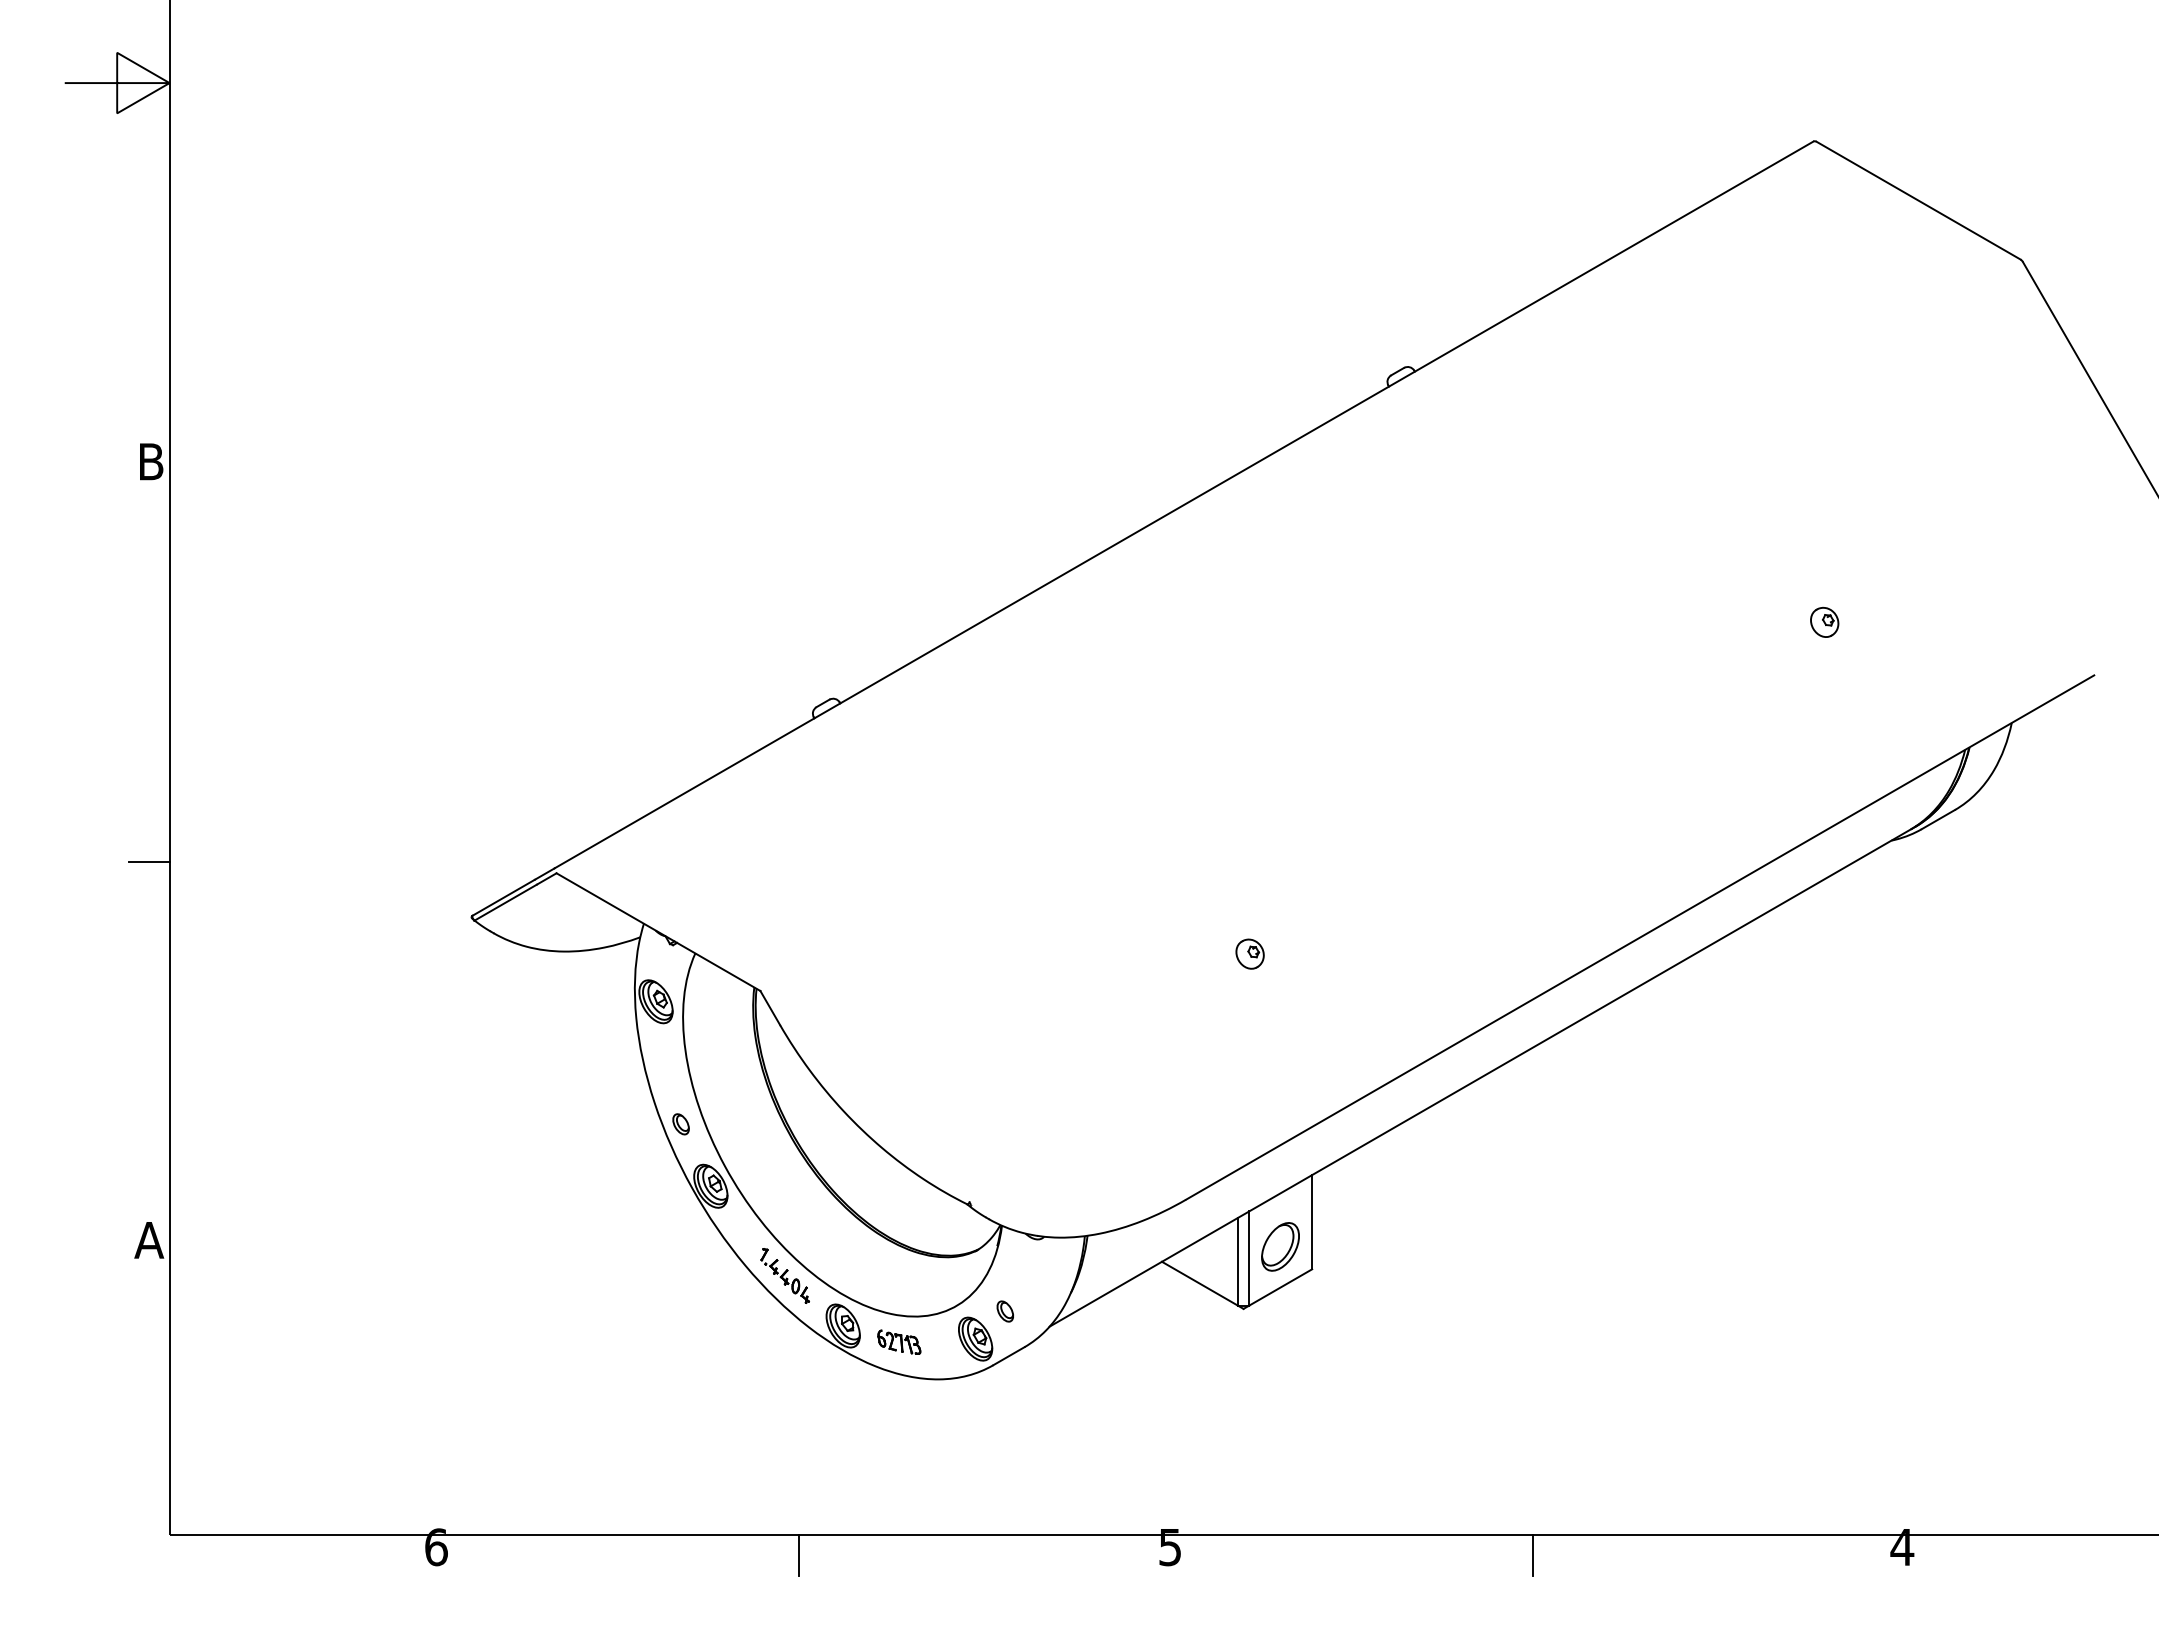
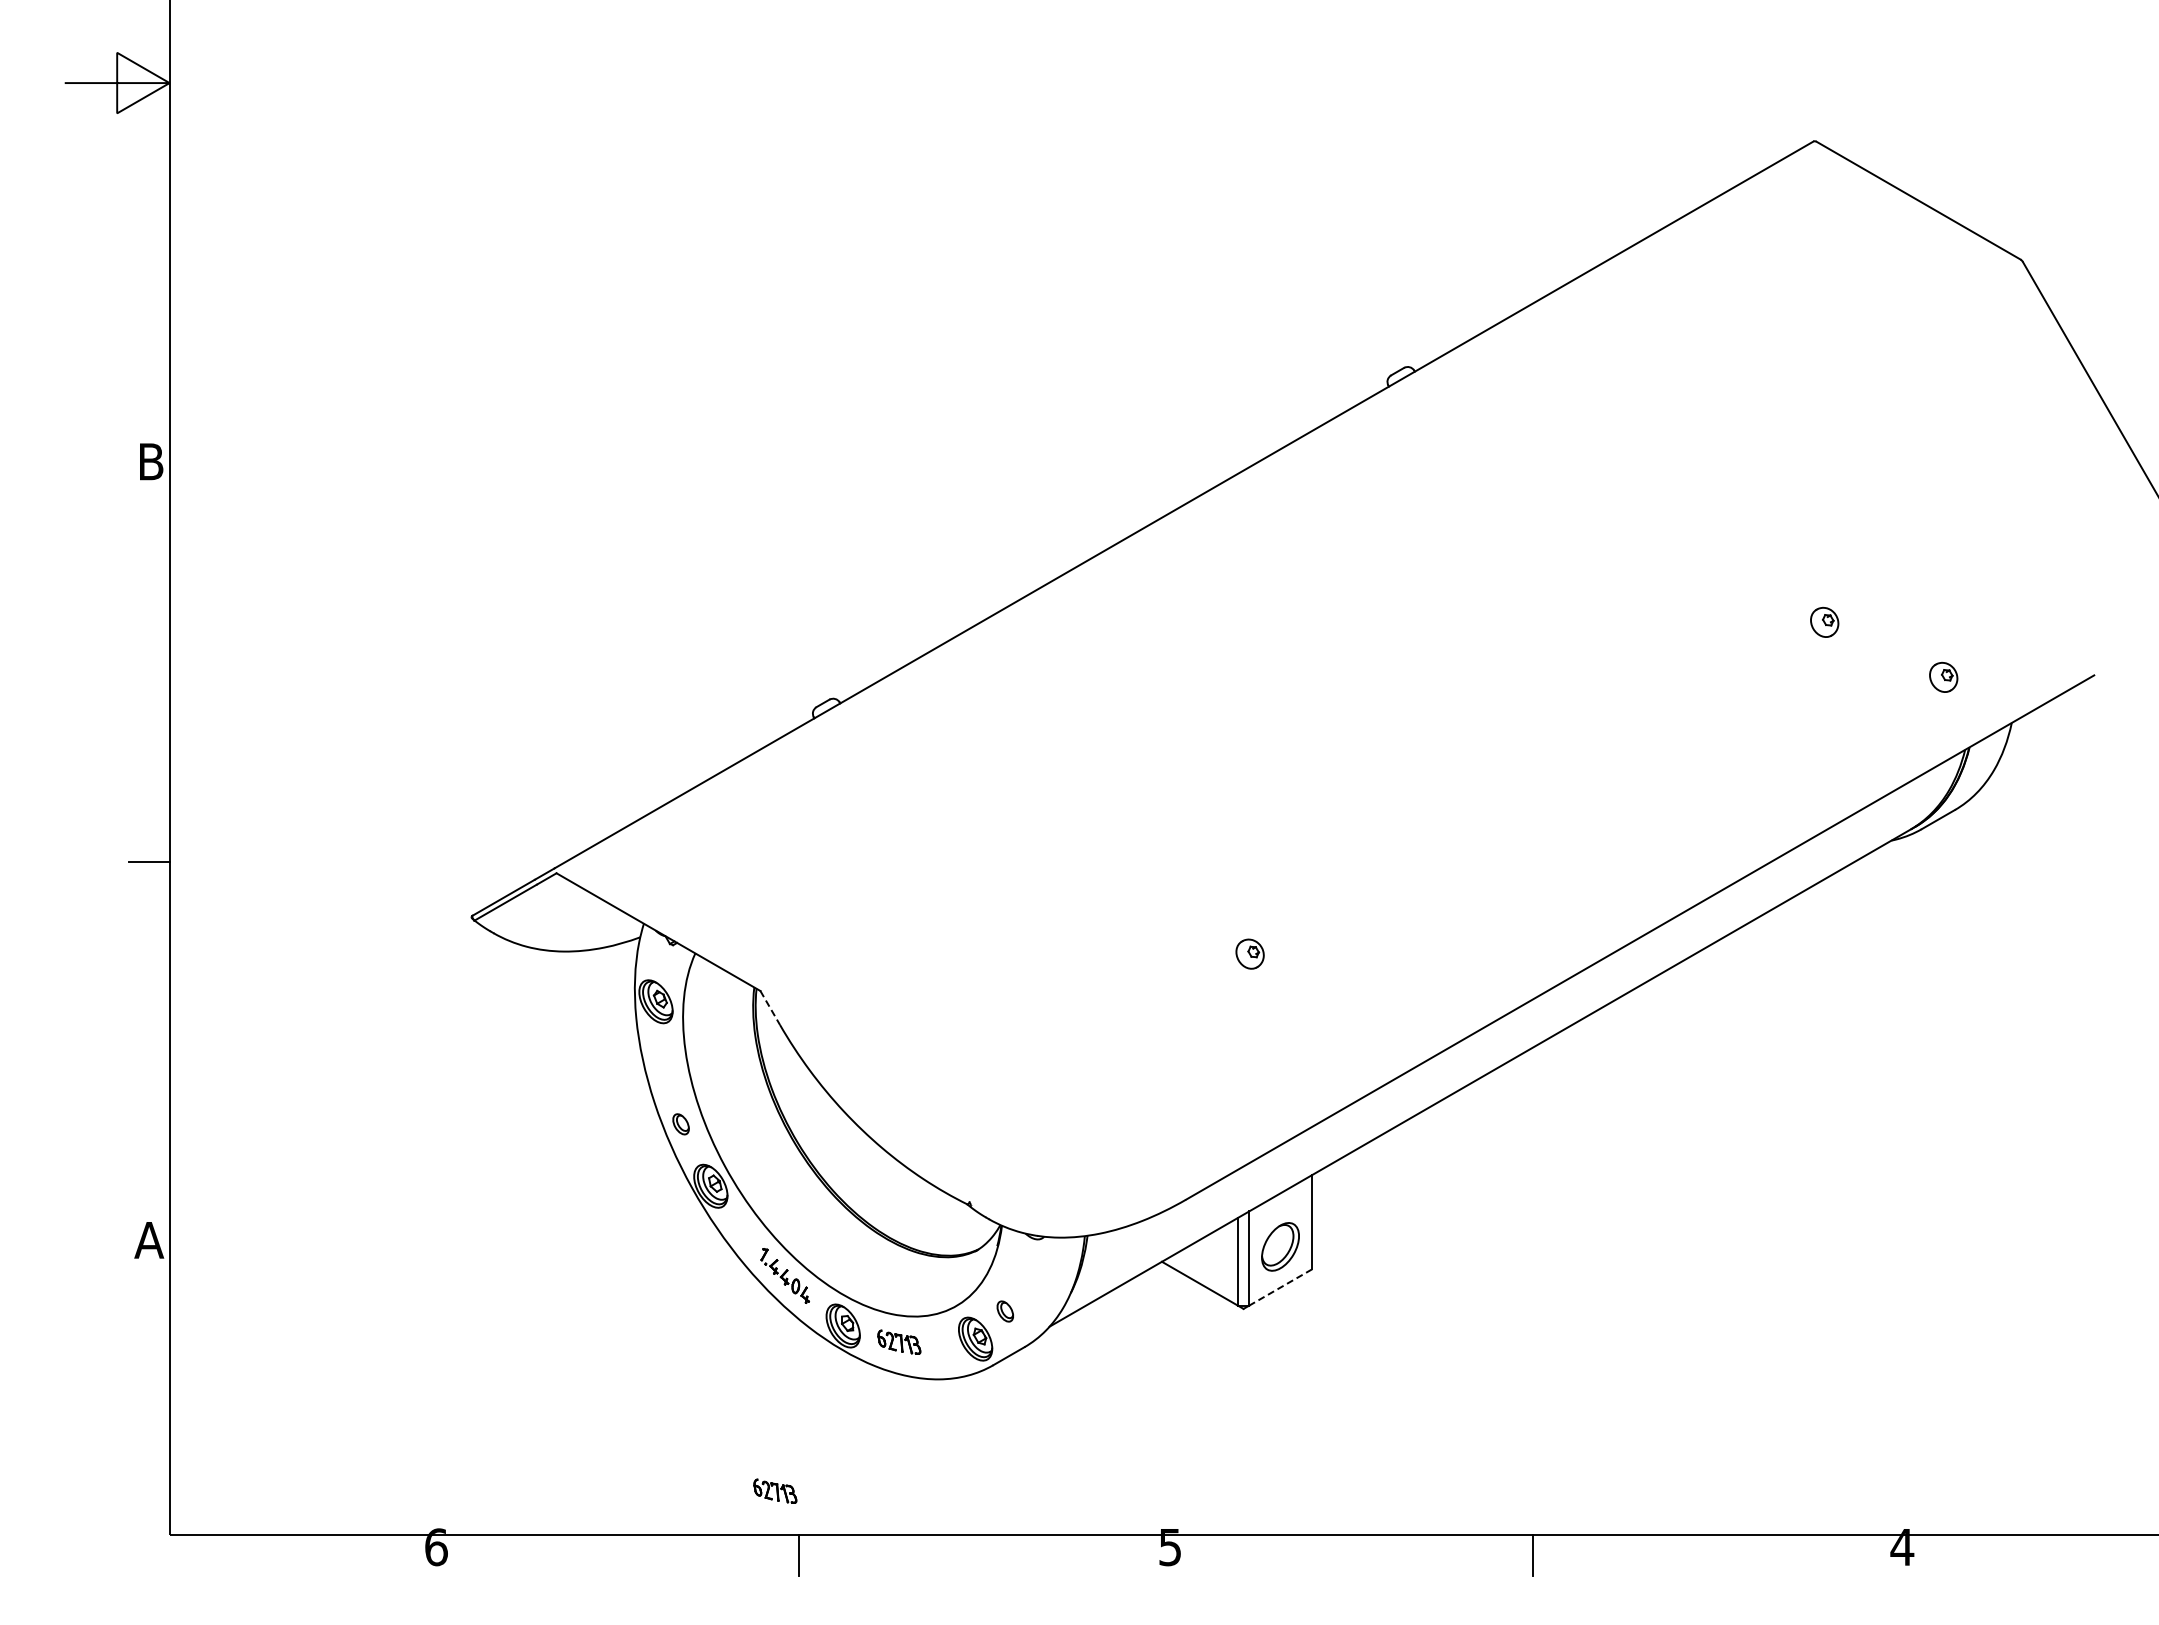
part at (1943, 676): none -> present
line at (770, 1008): solid -> dashed
line at (1280, 1287): solid -> dashed
part at (775, 1490): none -> present
